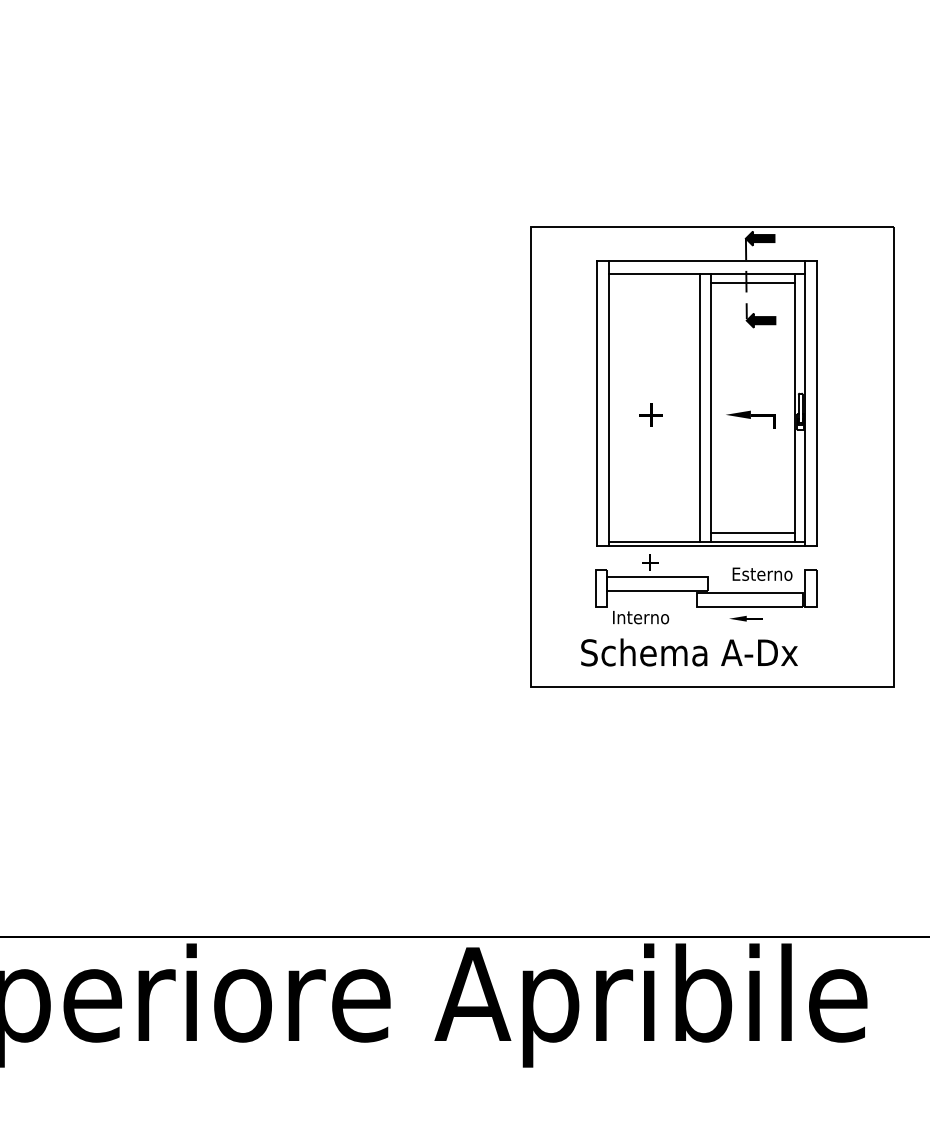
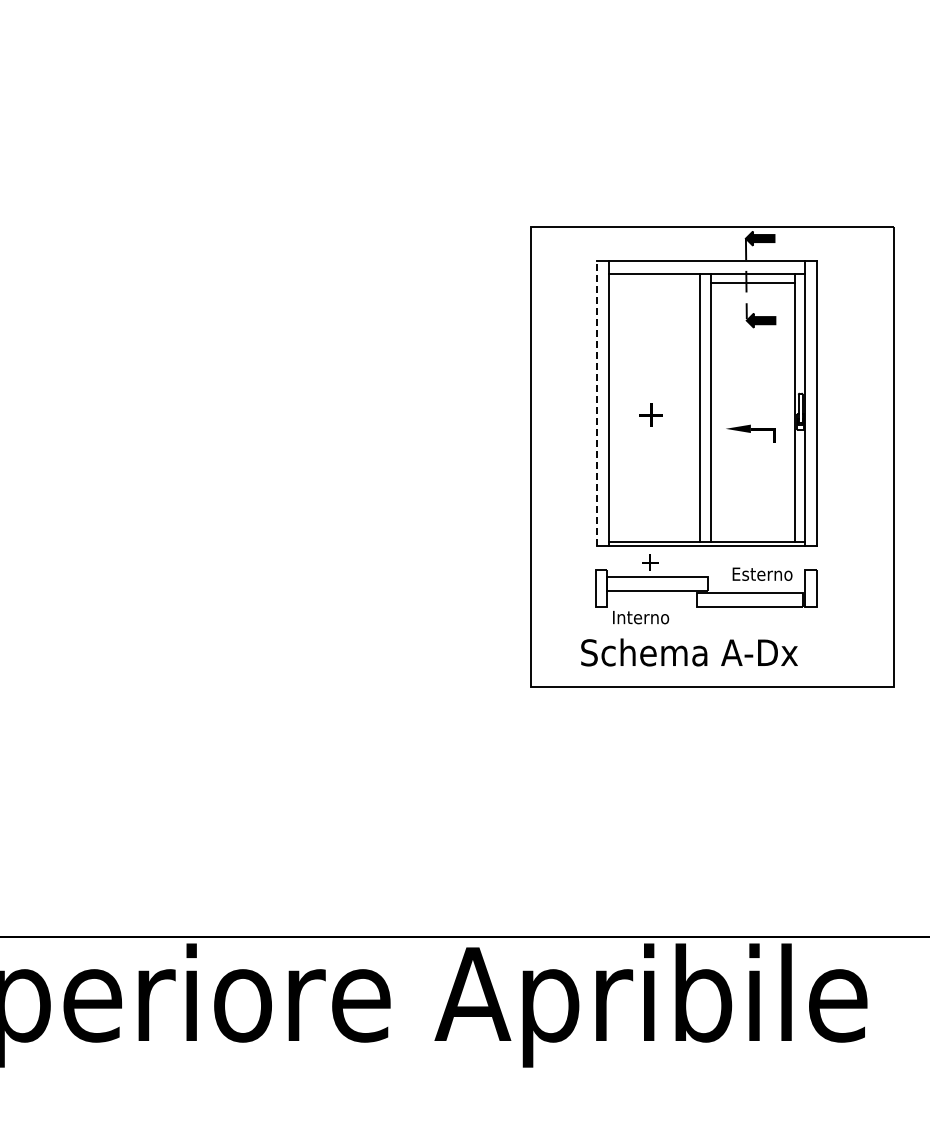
line at (596, 403): solid -> dashed
part at (750, 419) position: (750, 419) -> (750, 433)
line at (752, 532): present -> none
part at (745, 618): present -> none
